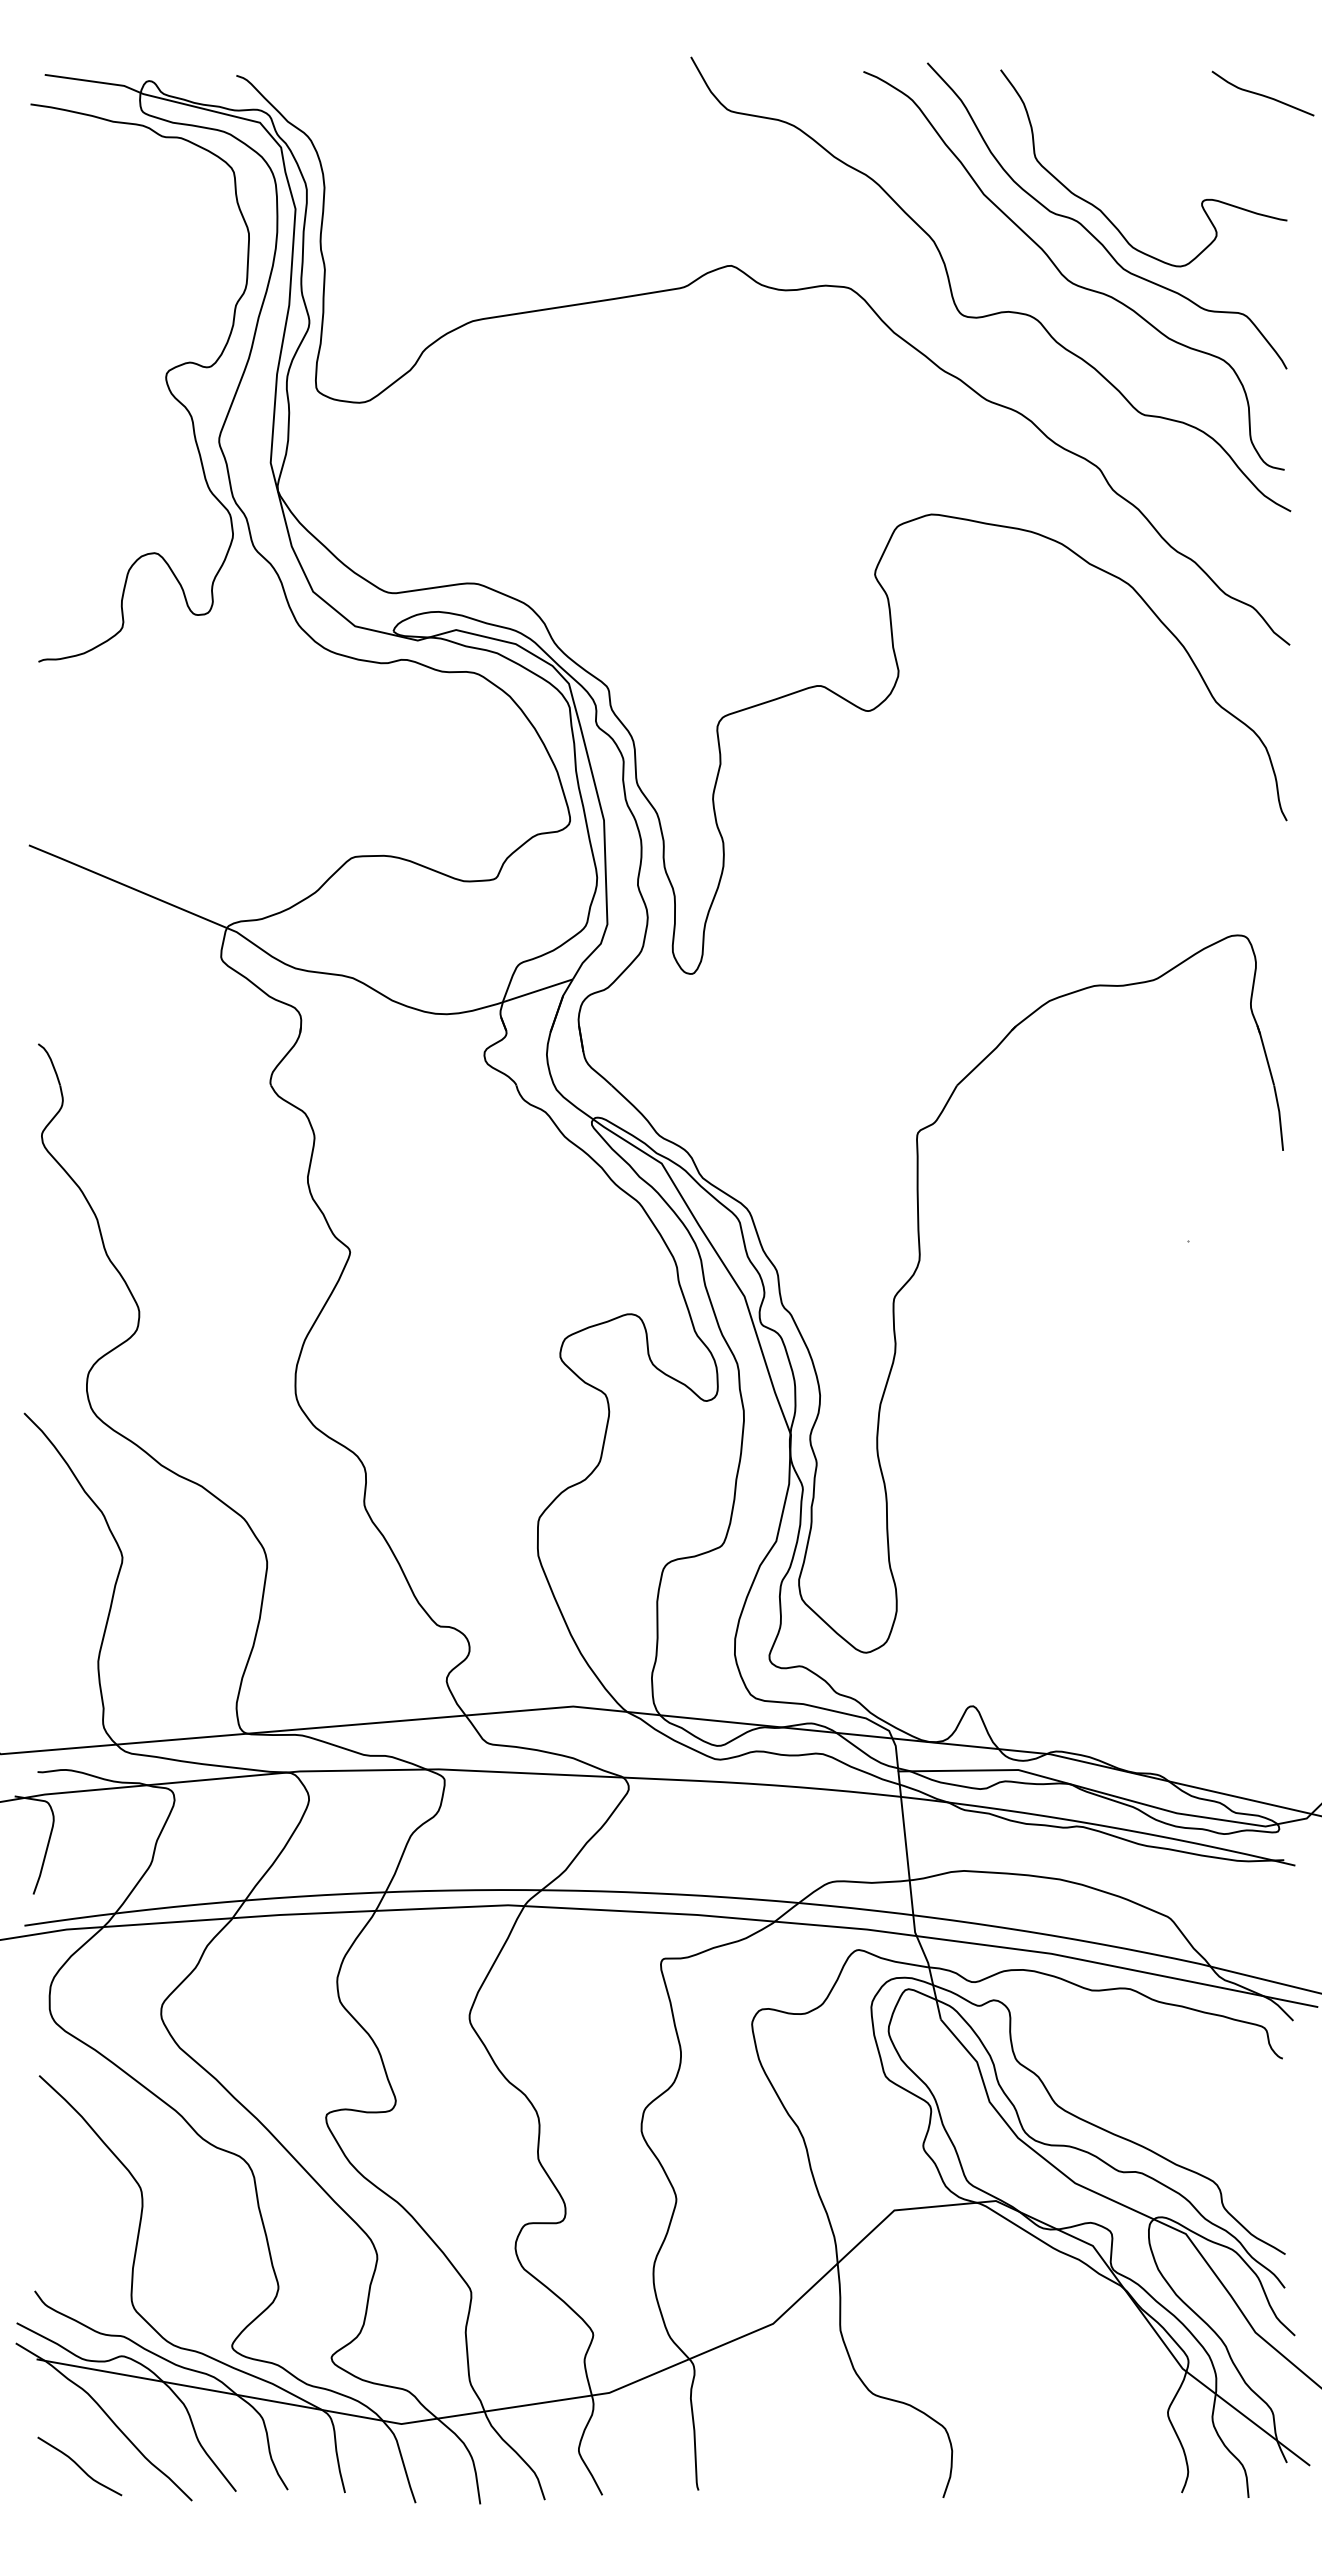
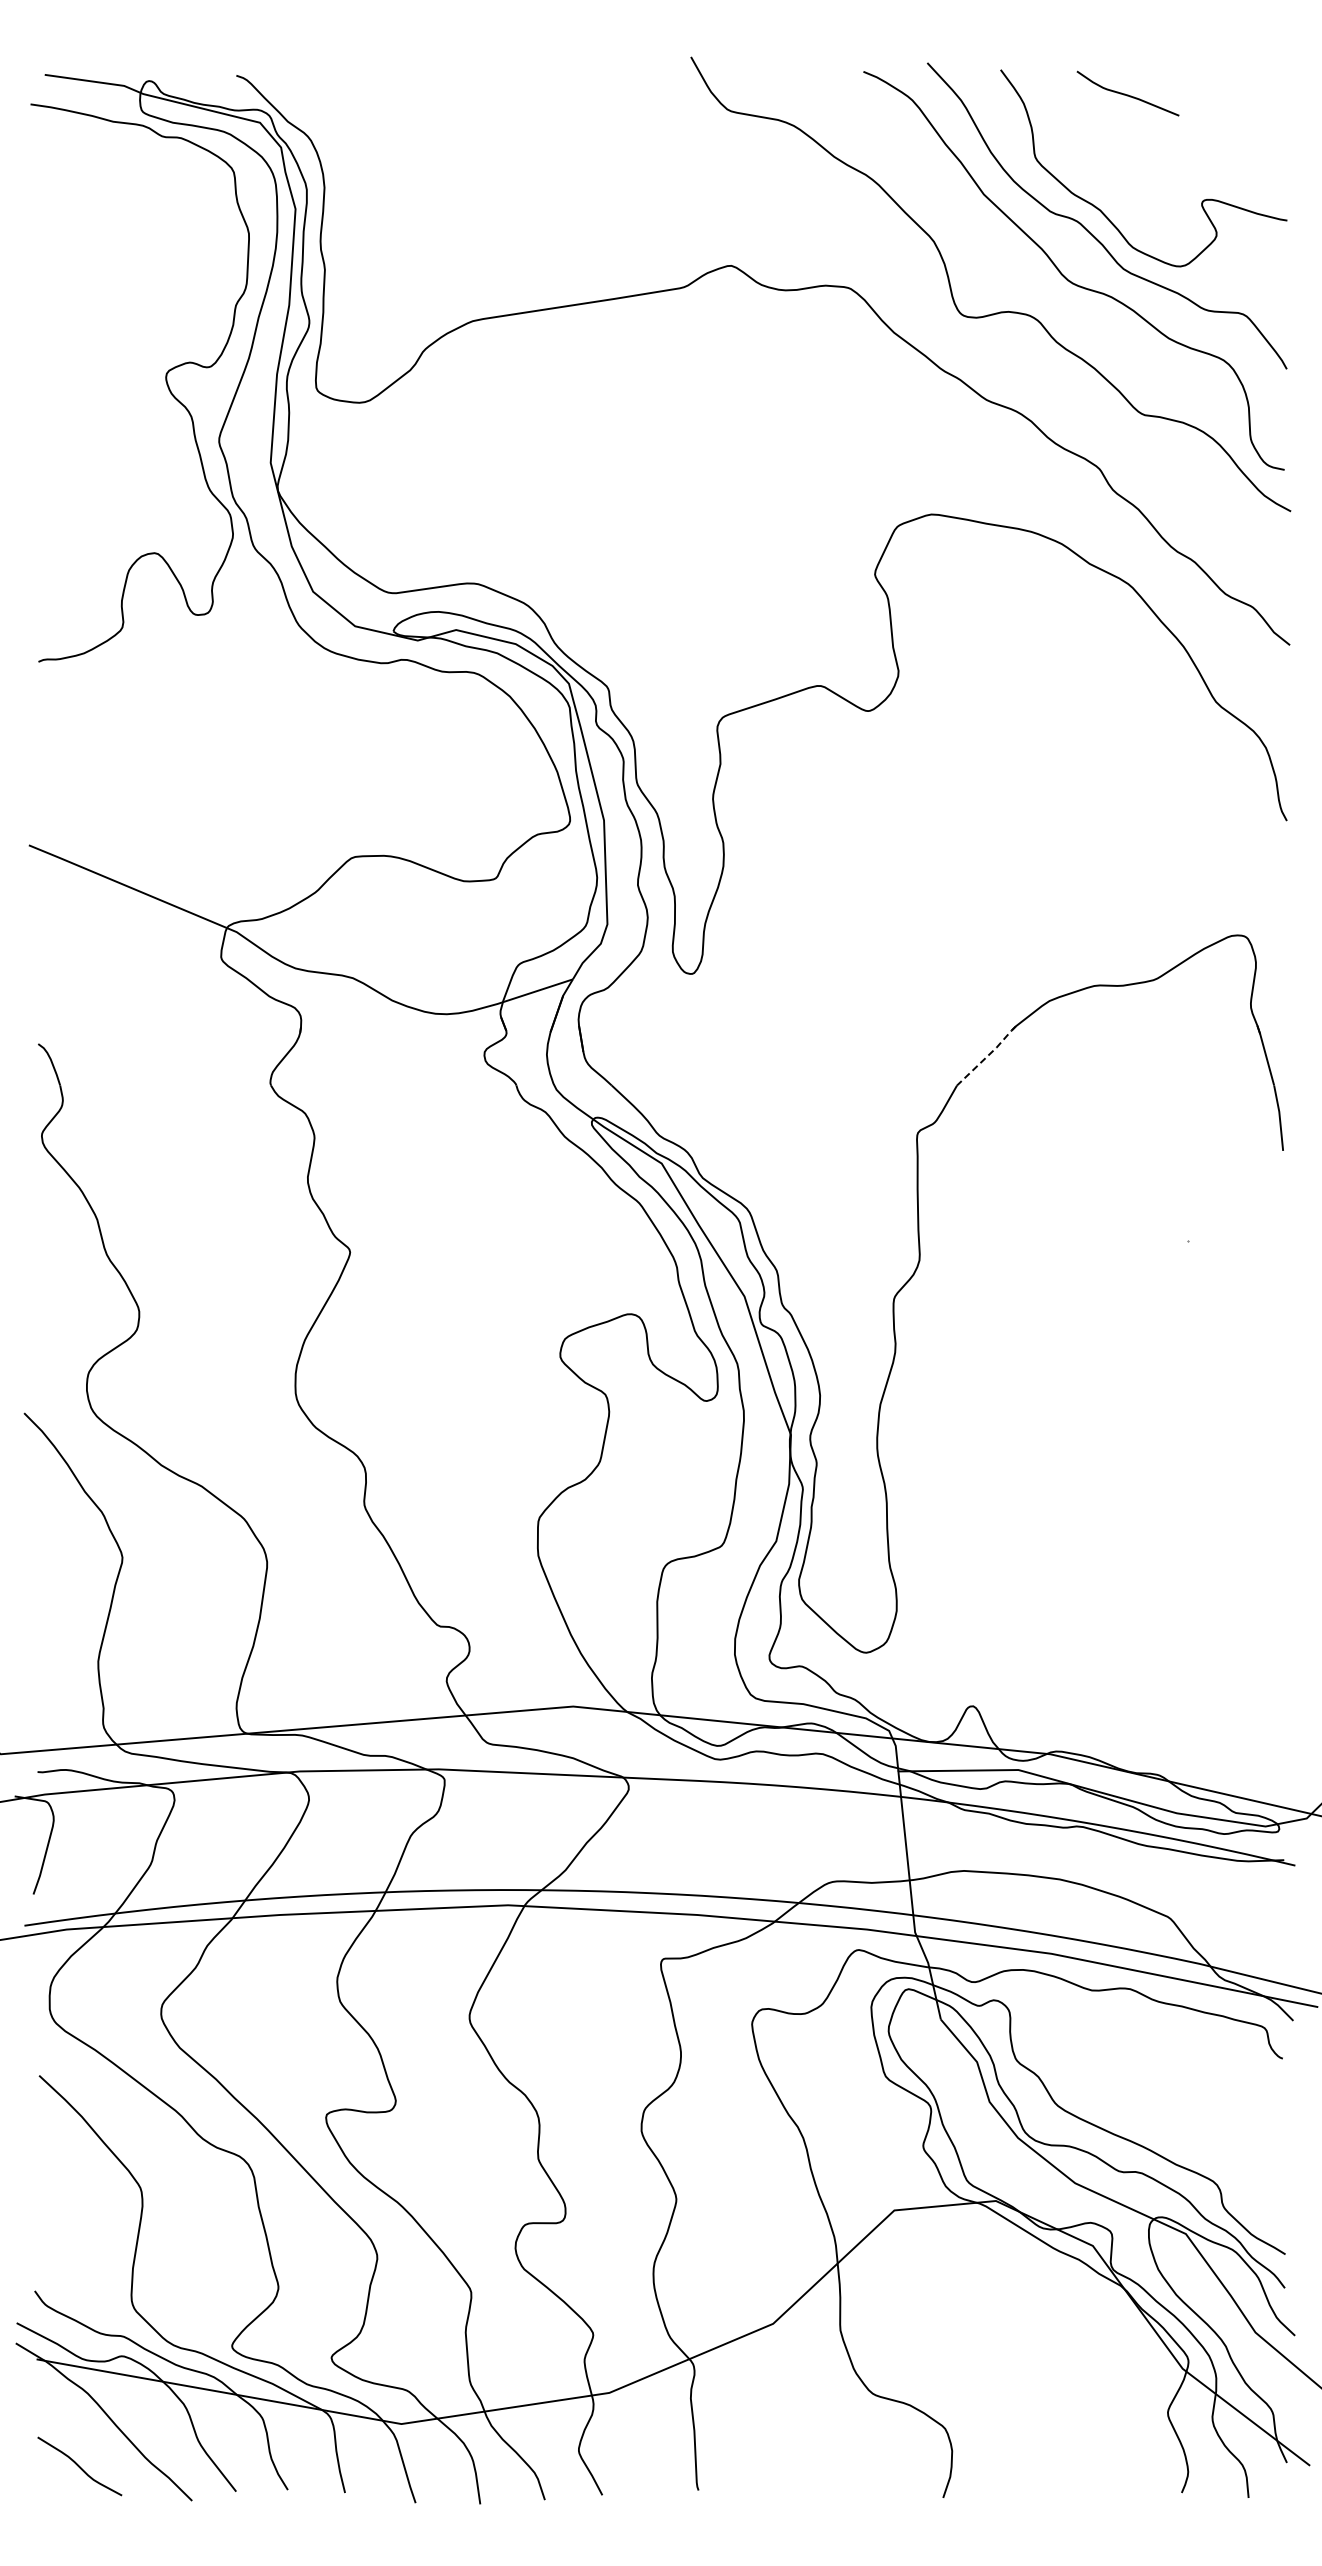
curve at (1262, 94) position: (1262, 94) -> (1127, 94)
line at (987, 1055): solid -> dashed
